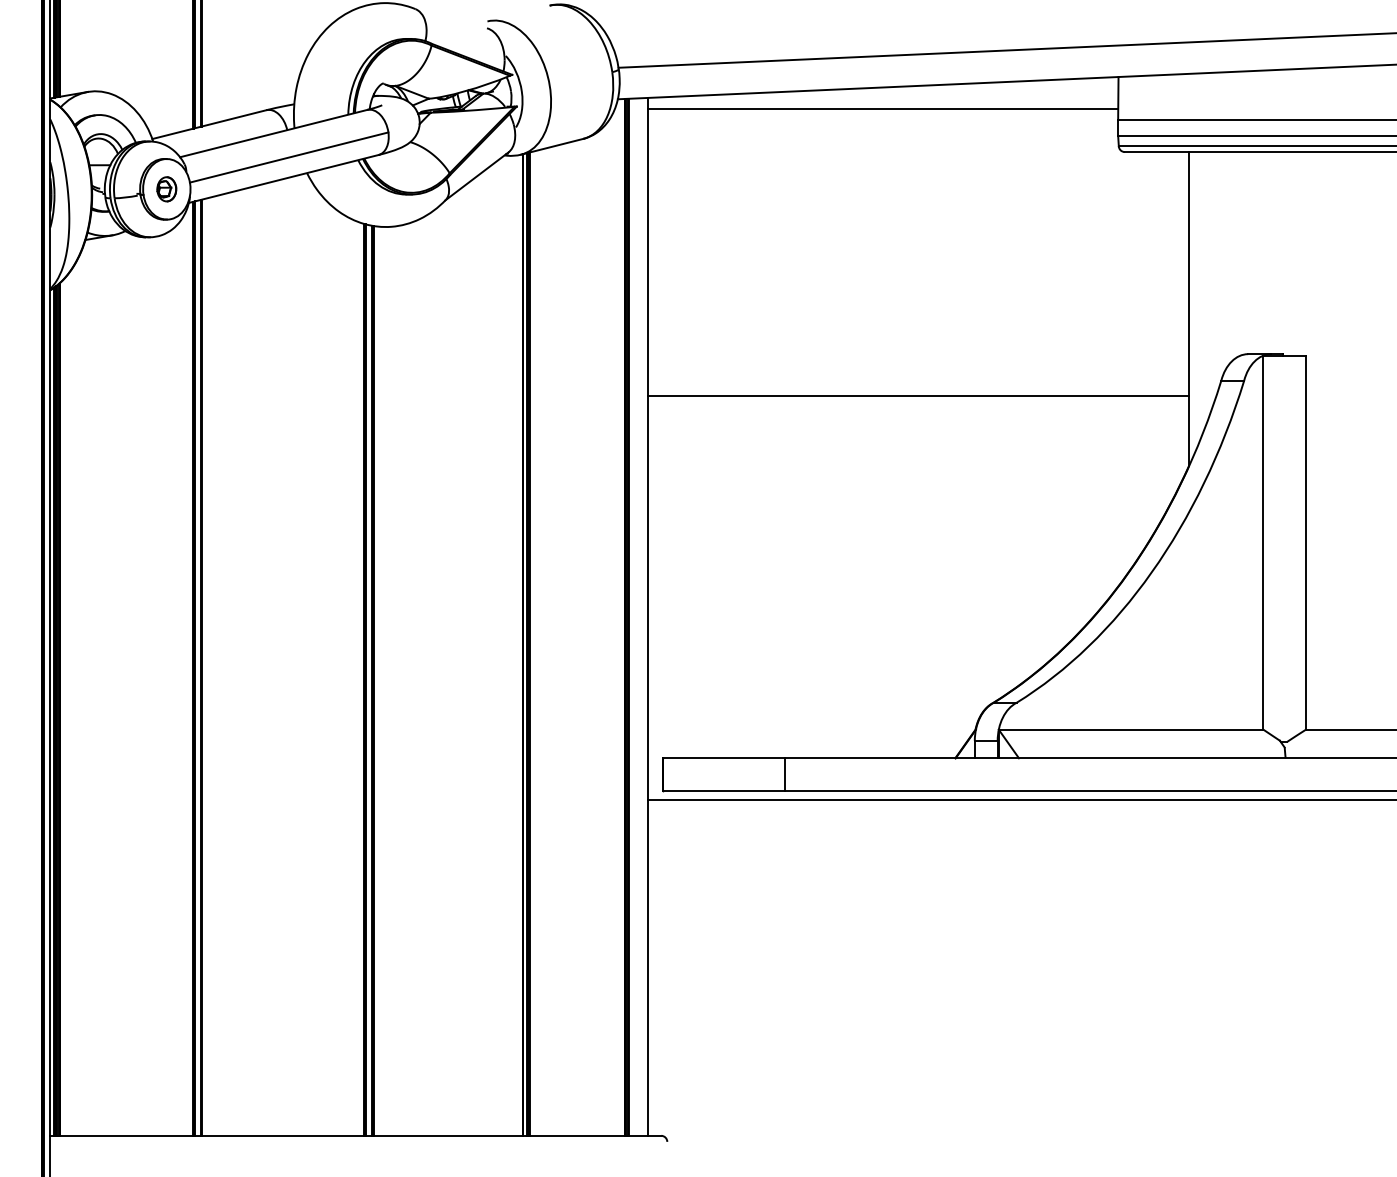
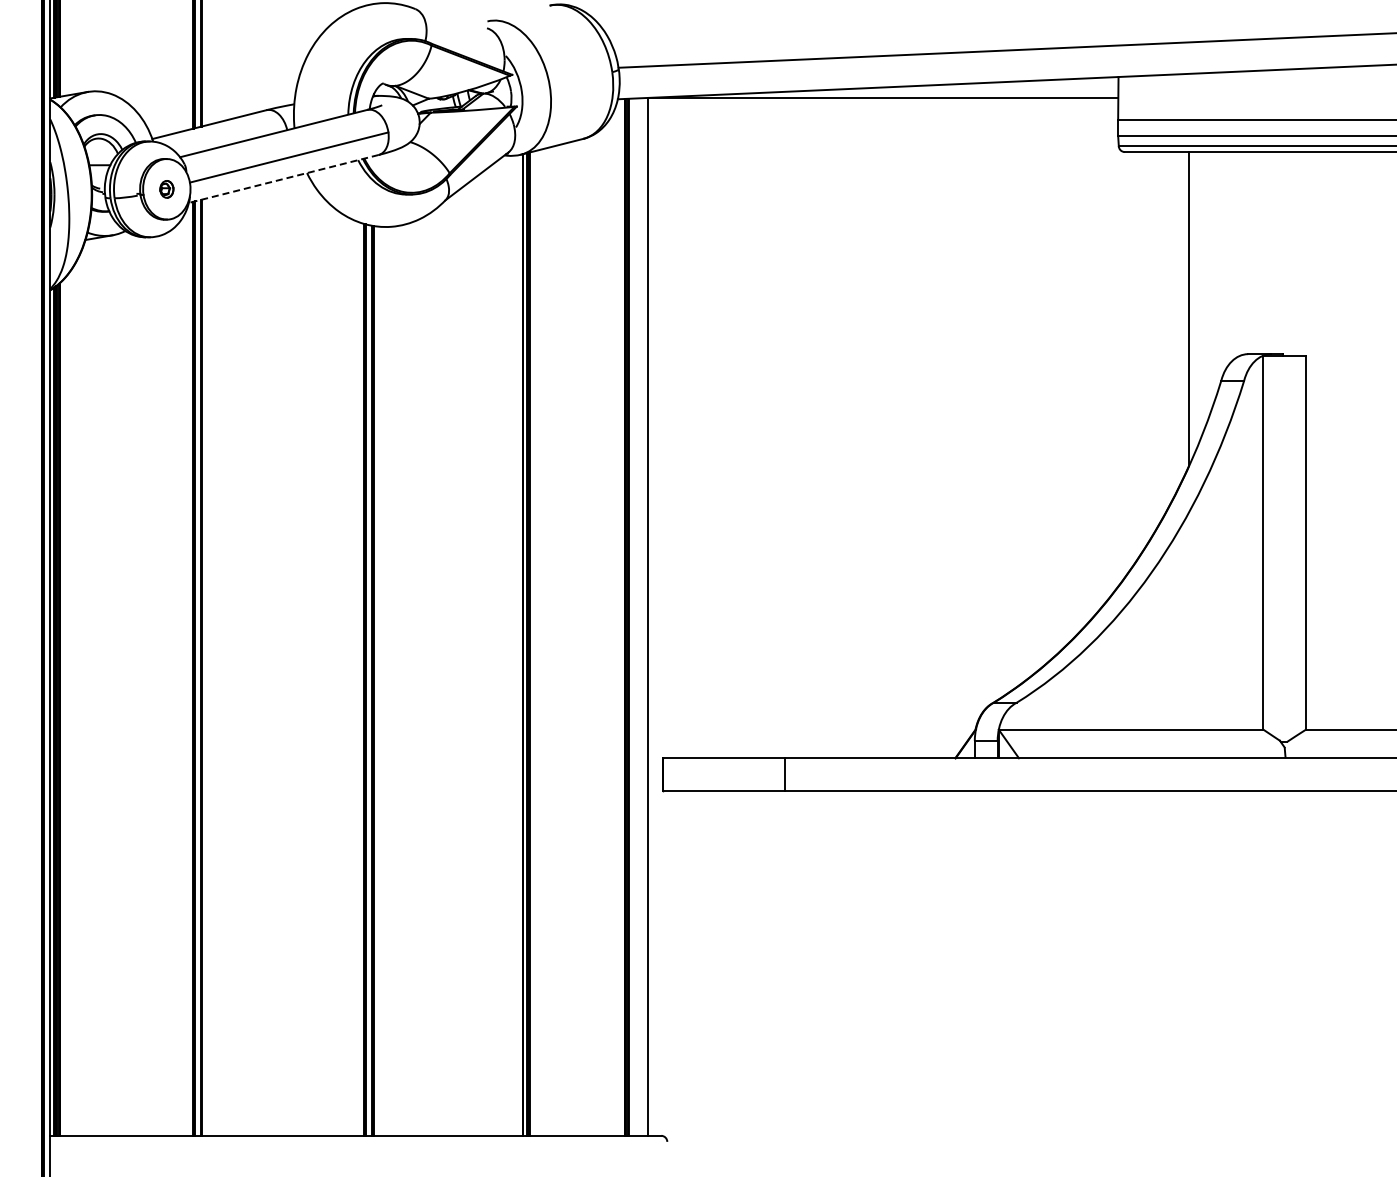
line at (883, 109) position: (883, 109) -> (883, 98)
line at (283, 178): solid -> dashed
part at (166, 189) size: 22x27 px -> 16x19 px
line at (918, 395): present -> none
line at (1020, 799): present -> none
